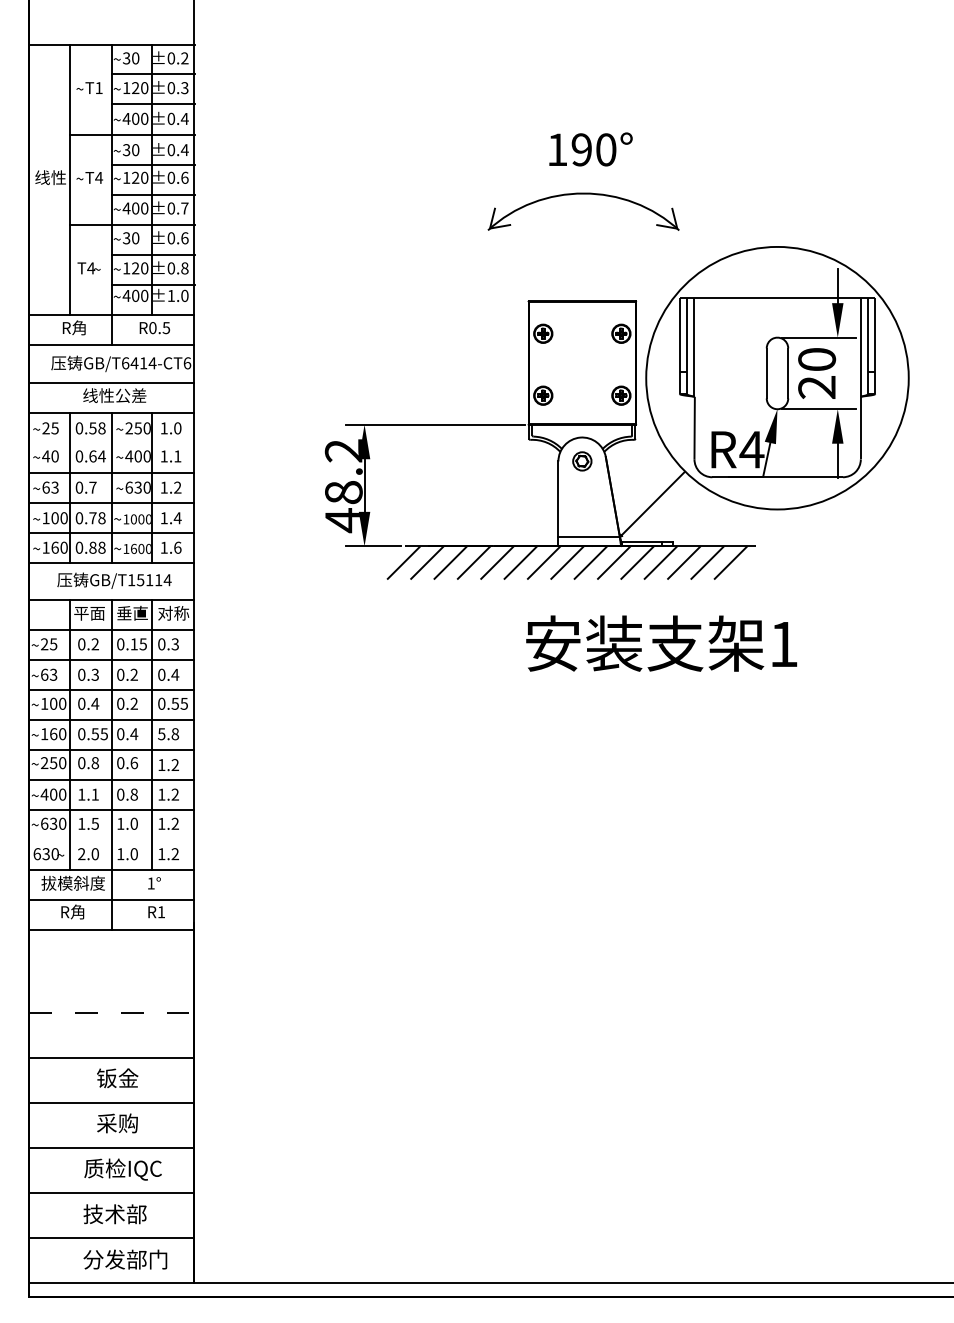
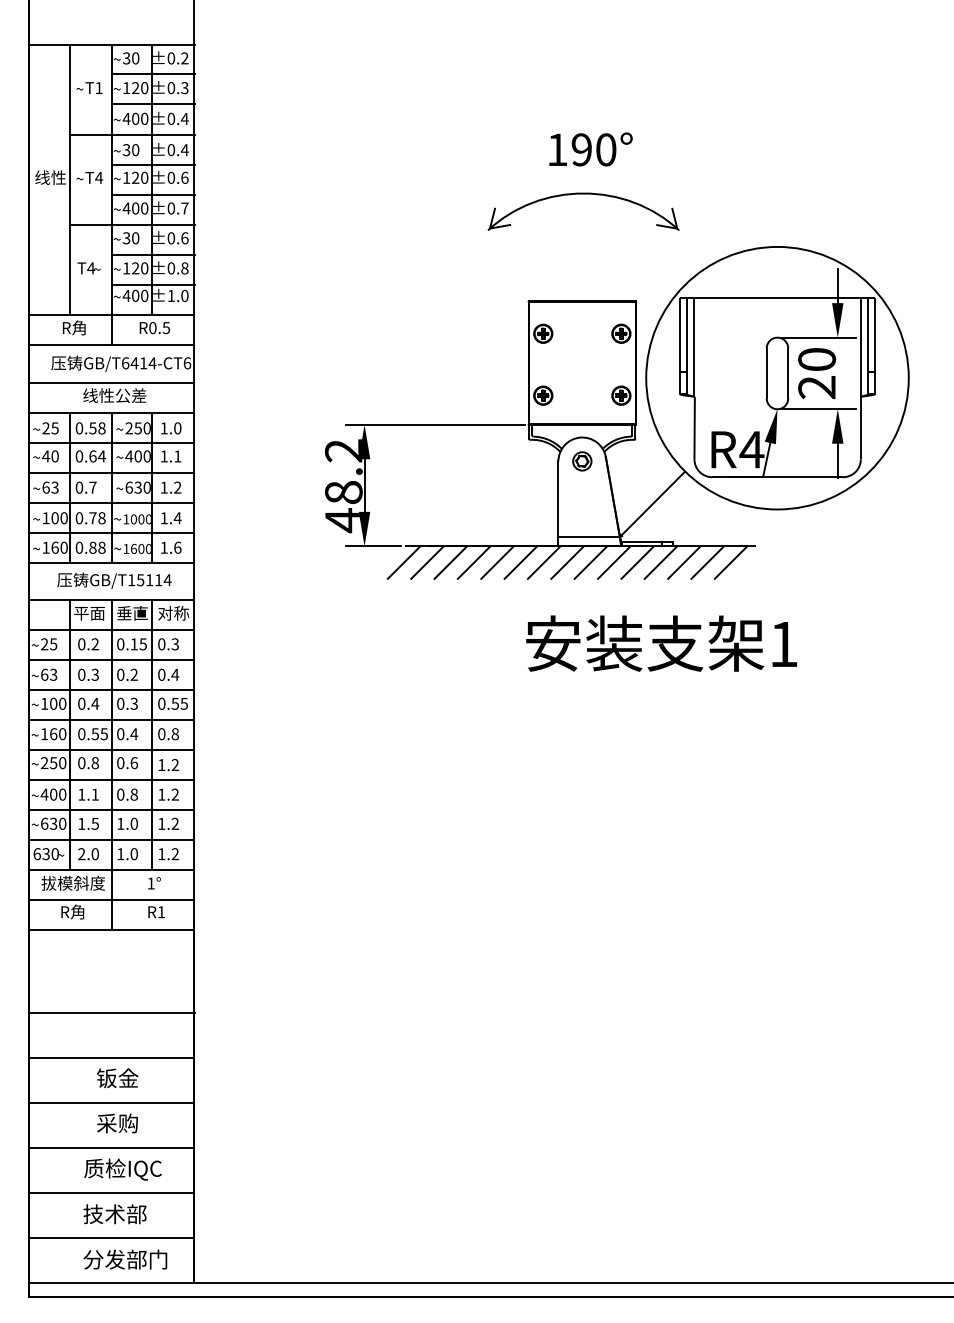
line at (110, 442): none -> present
text at (133, 703): 0.2 -> 0.3
text at (161, 734): 5.8 -> 0.8
line at (110, 840): none -> present
line at (112, 1013): dashed -> solid
